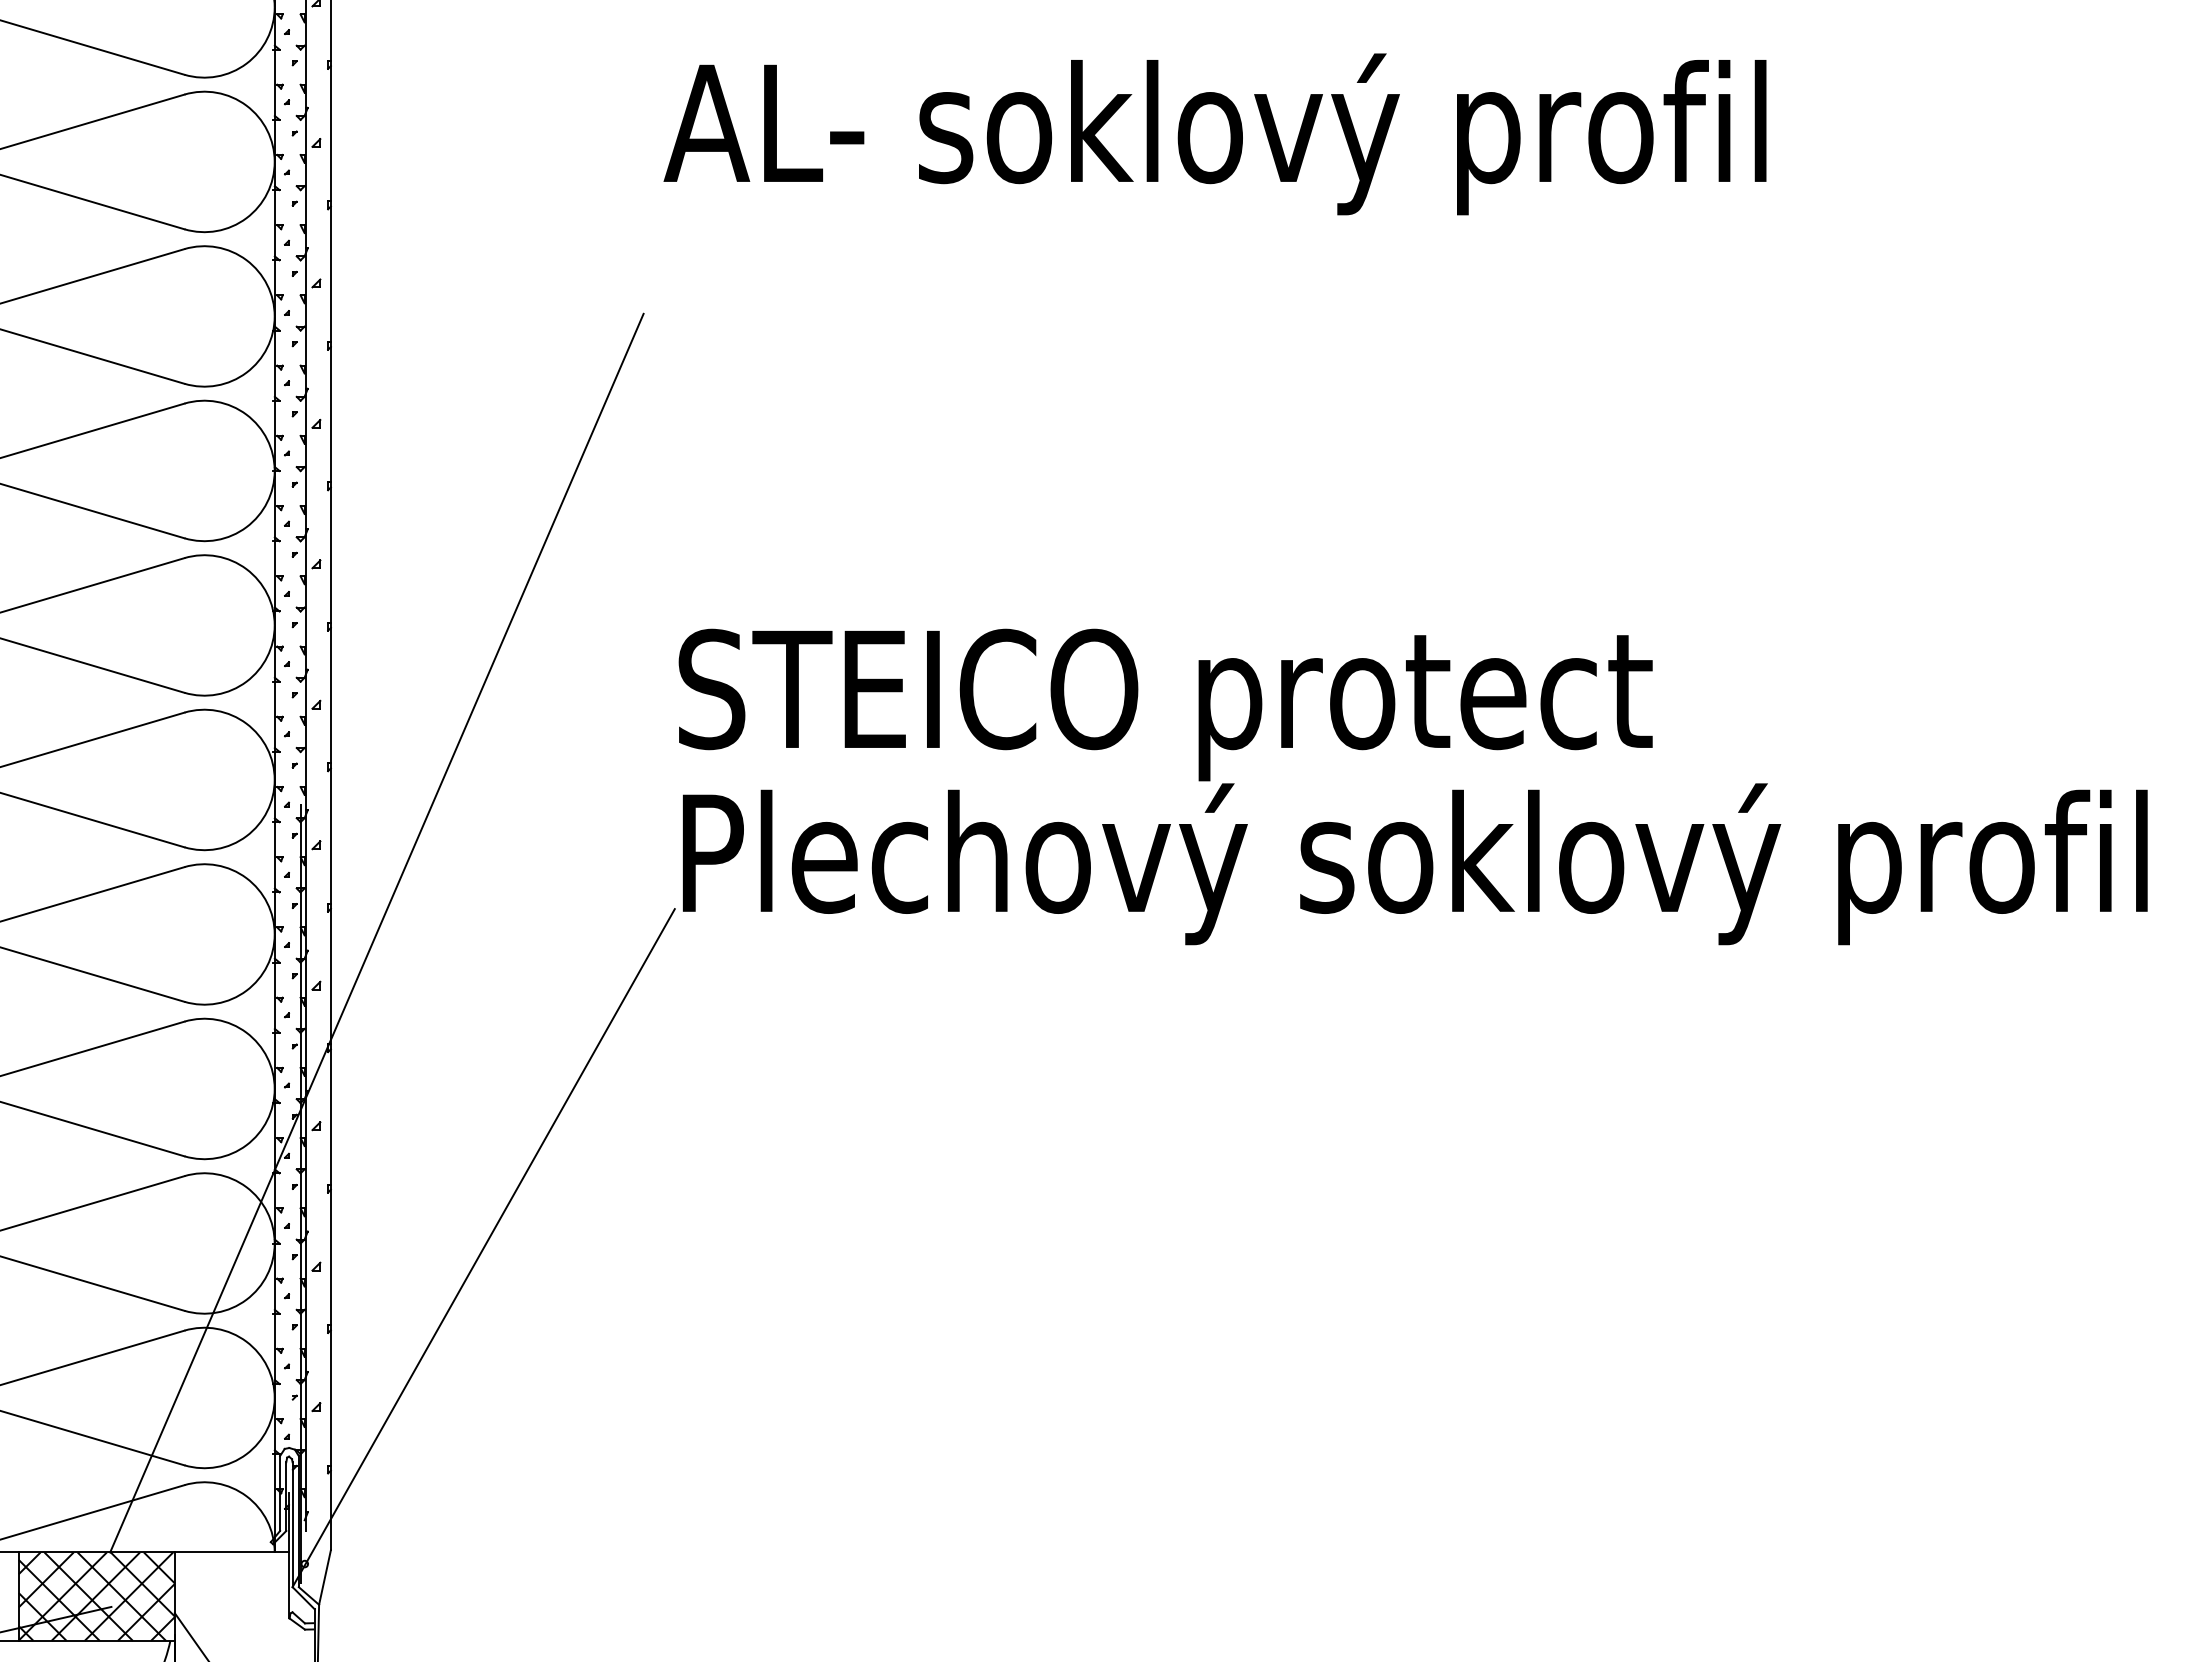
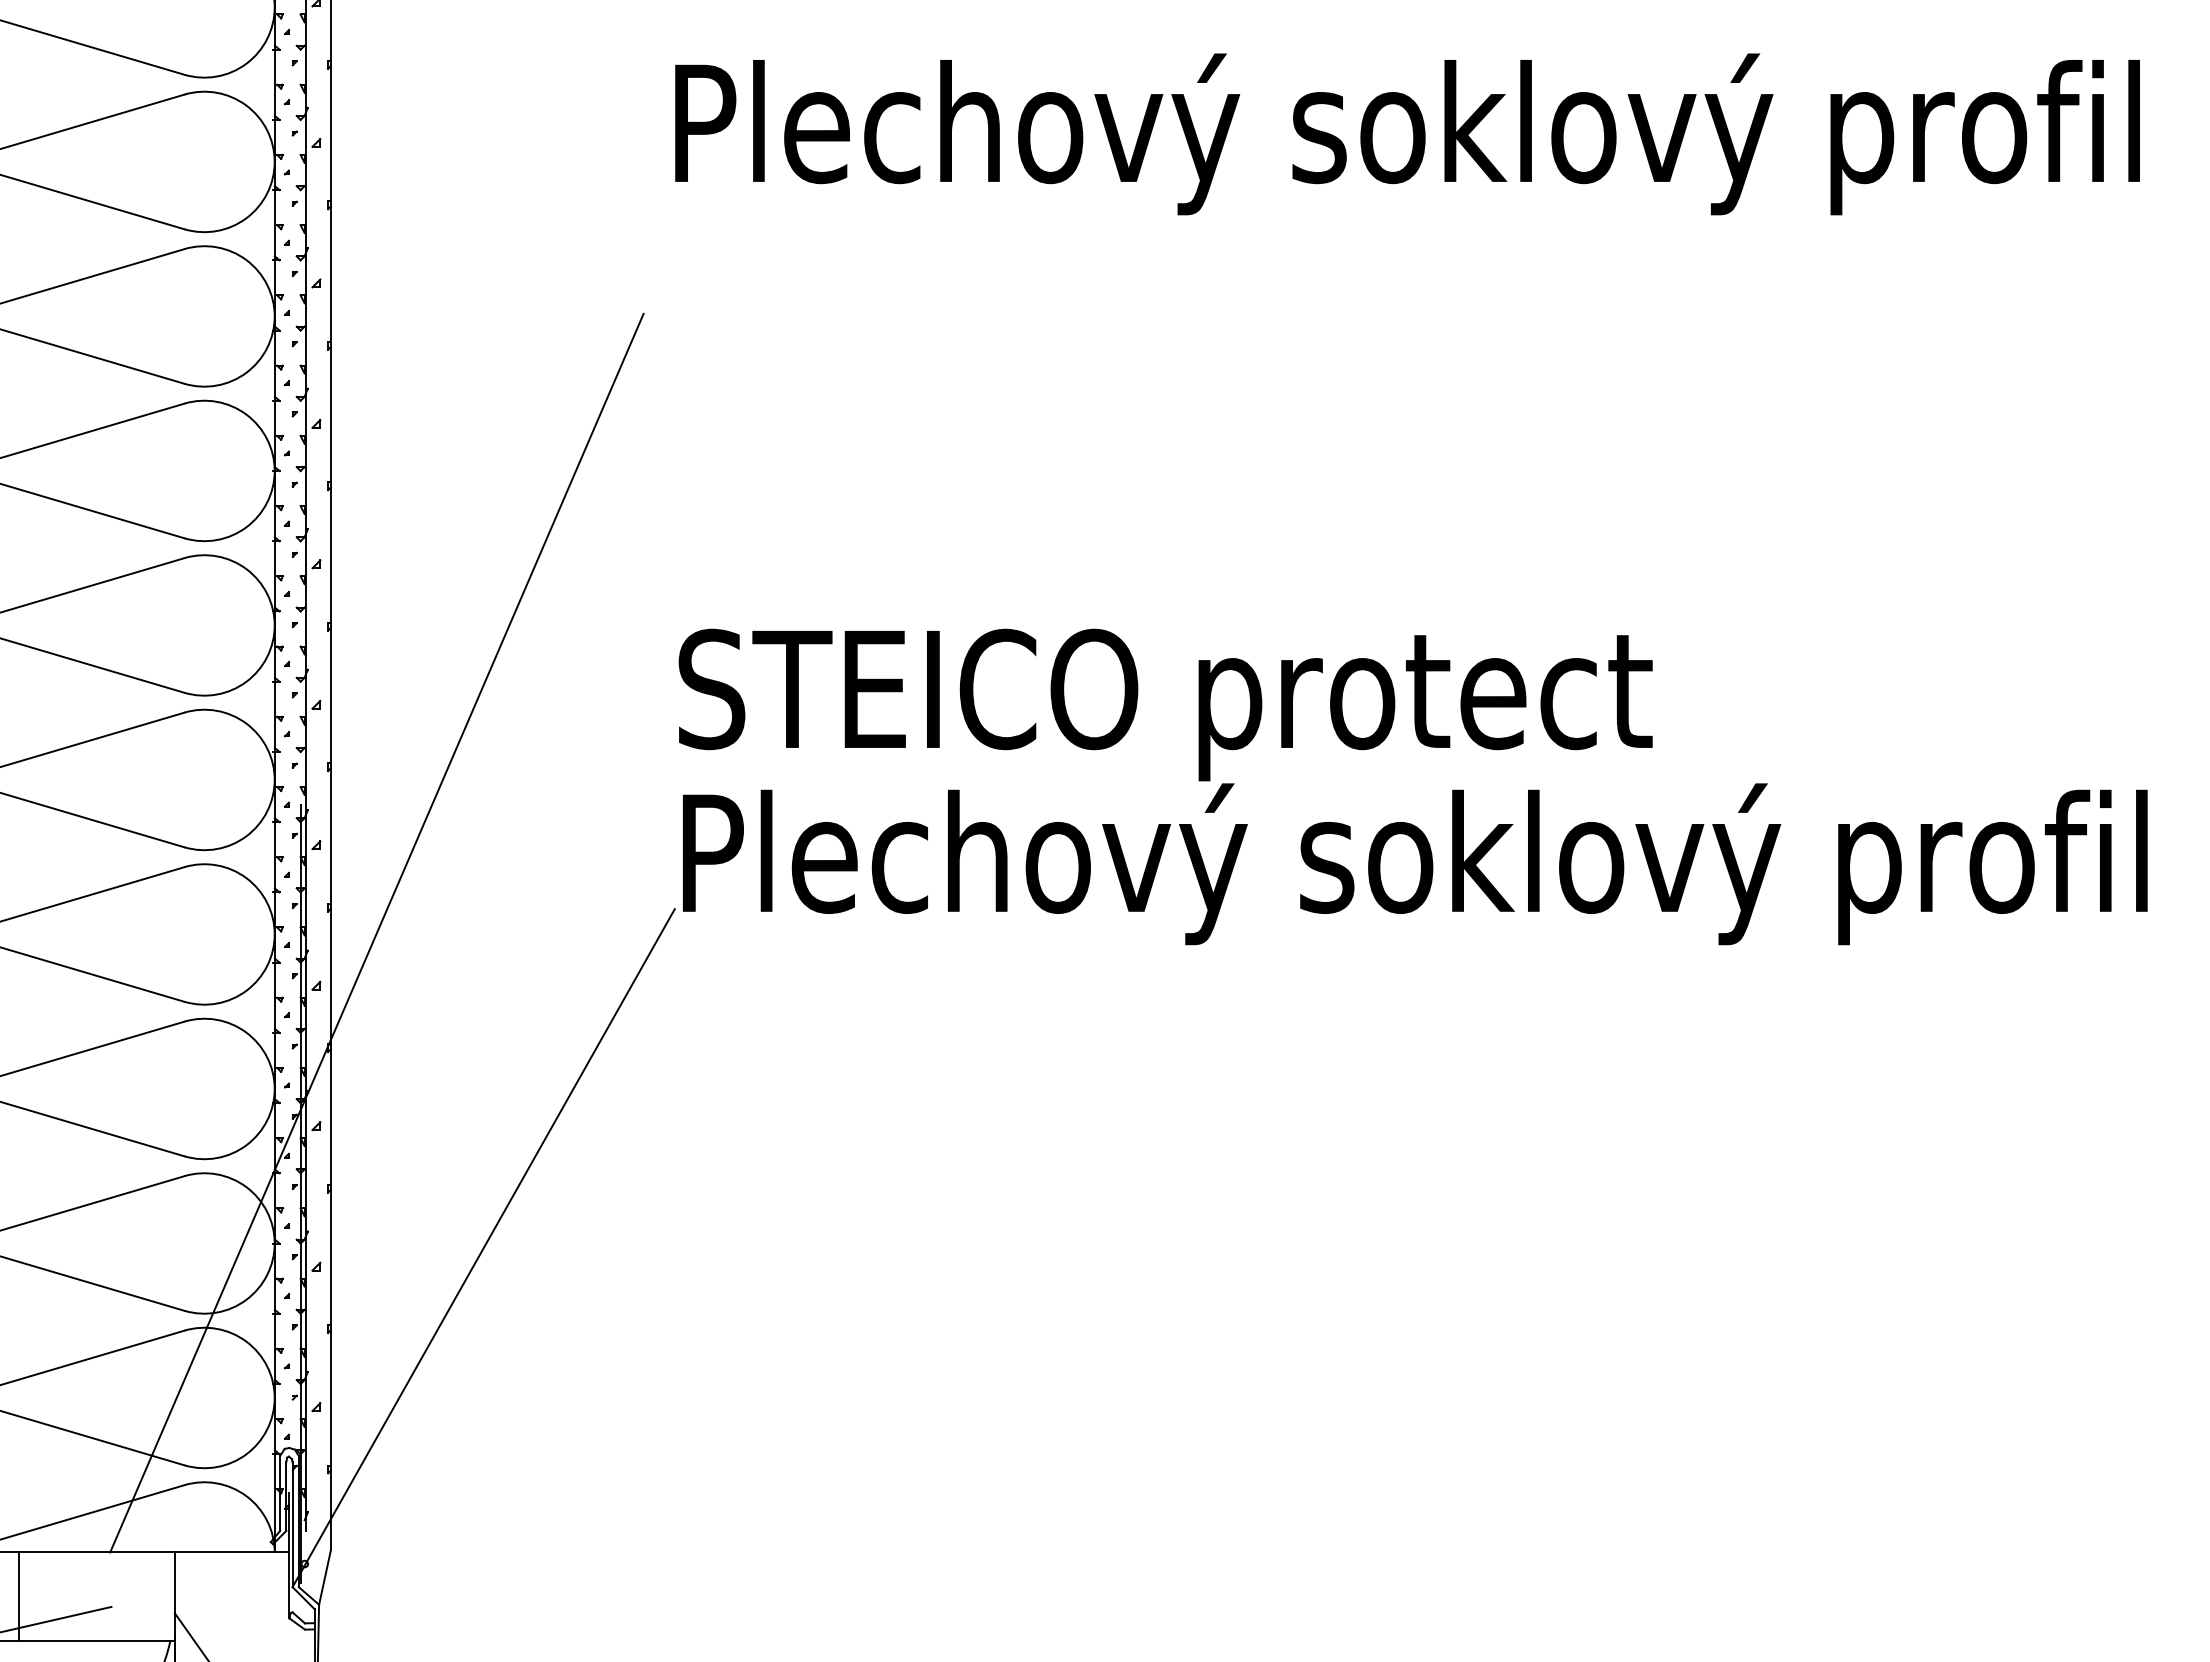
text at (1401, 134): AL- soklový profil -> Plechový soklový profil
hatch at (96, 1596): present -> none
